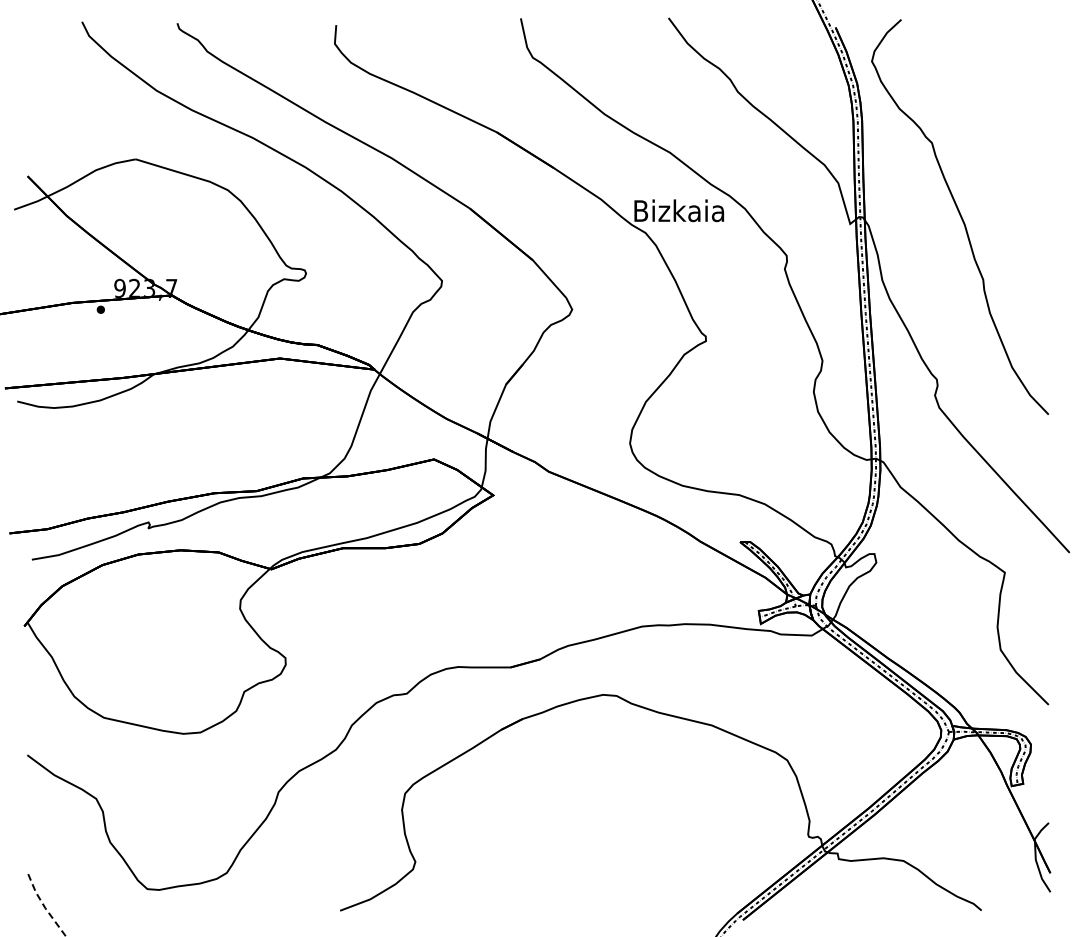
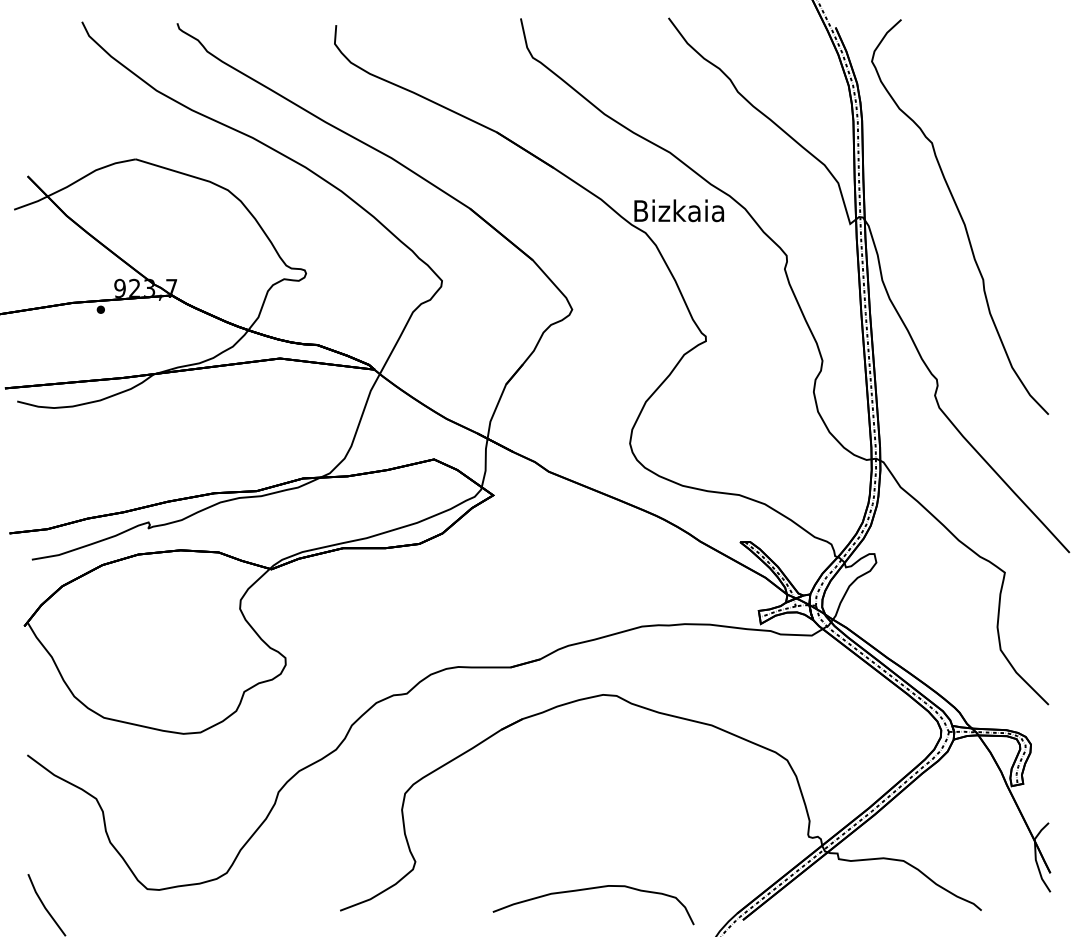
curve at (592, 889): none -> present
line at (44, 906): dashed -> solid
